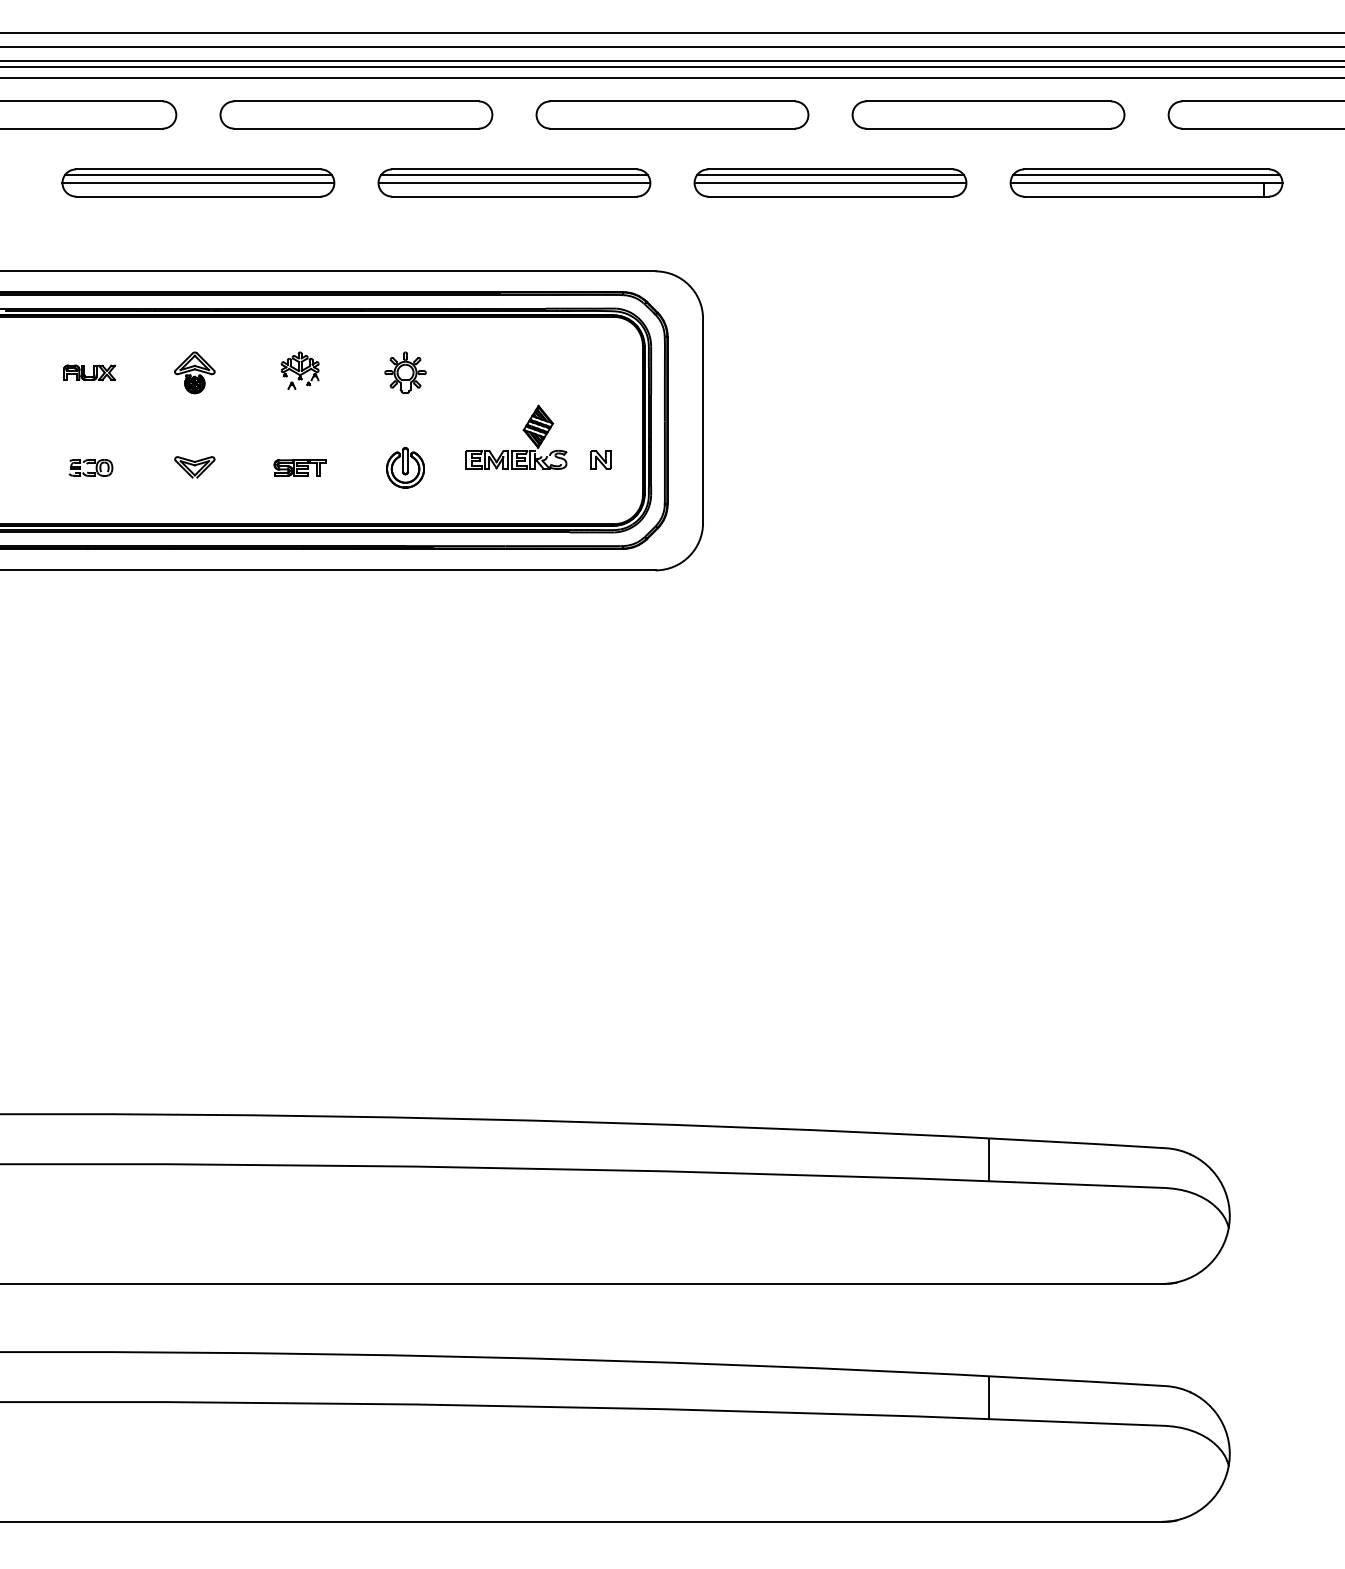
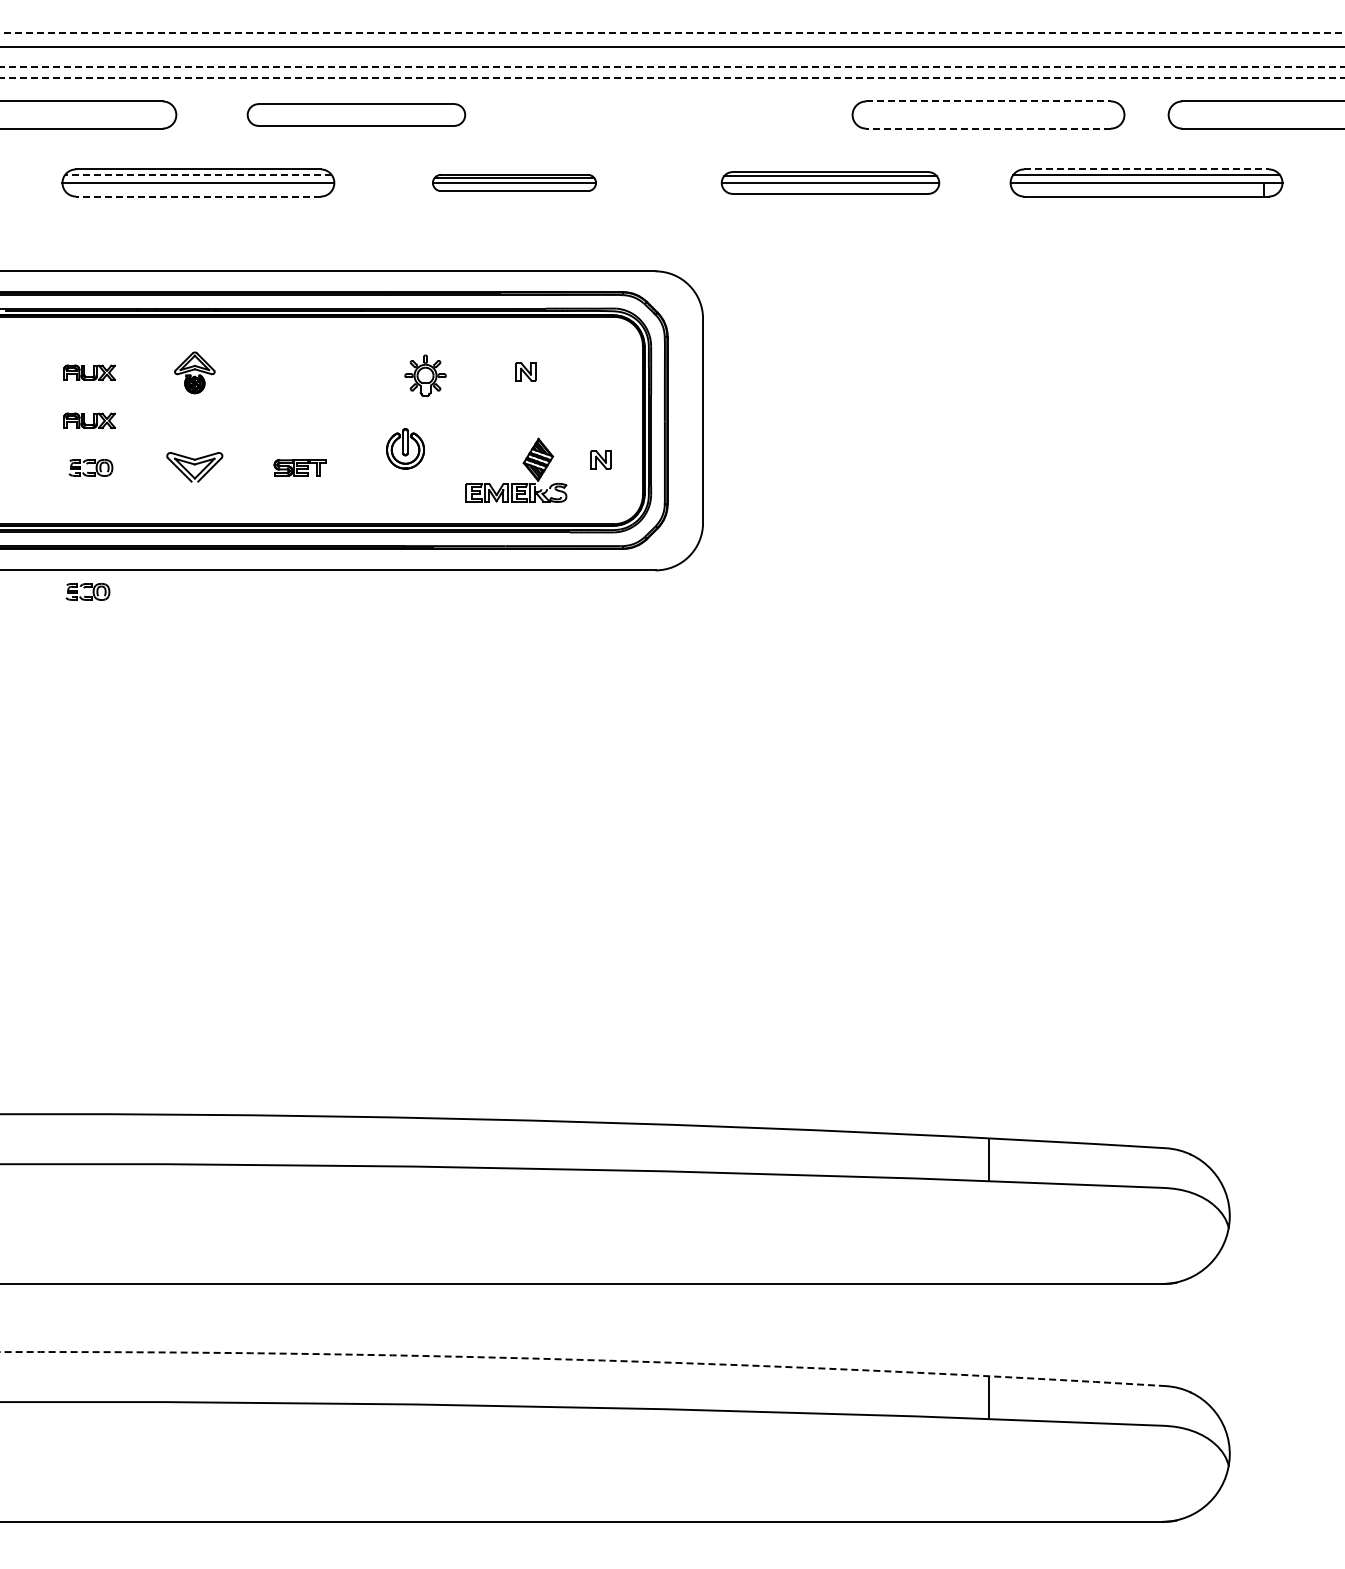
line at (673, 33): solid -> dashed
line at (671, 60): present -> none
line at (672, 67): solid -> dashed
line at (672, 78): solid -> dashed
line at (989, 101): solid -> dashed
part at (356, 114) size: 275x30 px -> 221x24 px
part at (672, 114): present -> none
line at (988, 128): solid -> dashed
line at (1147, 169): solid -> dashed
line at (197, 174): solid -> dashed
part at (514, 182) size: 275x30 px -> 165x18 px
part at (830, 182) size: 275x30 px -> 221x24 px
line at (197, 196): solid -> dashed
part at (299, 370): present -> none
part at (525, 371): none -> present
part at (405, 372) position: (405, 372) -> (425, 375)
part at (89, 420): none -> present
part at (522, 430) position: (522, 430) -> (522, 463)
part at (194, 467) size: 42x23 px -> 58x31 px
part at (405, 467) position: (405, 467) -> (405, 448)
part at (87, 591): none -> present
arc at (583, 1360): solid -> dashed
